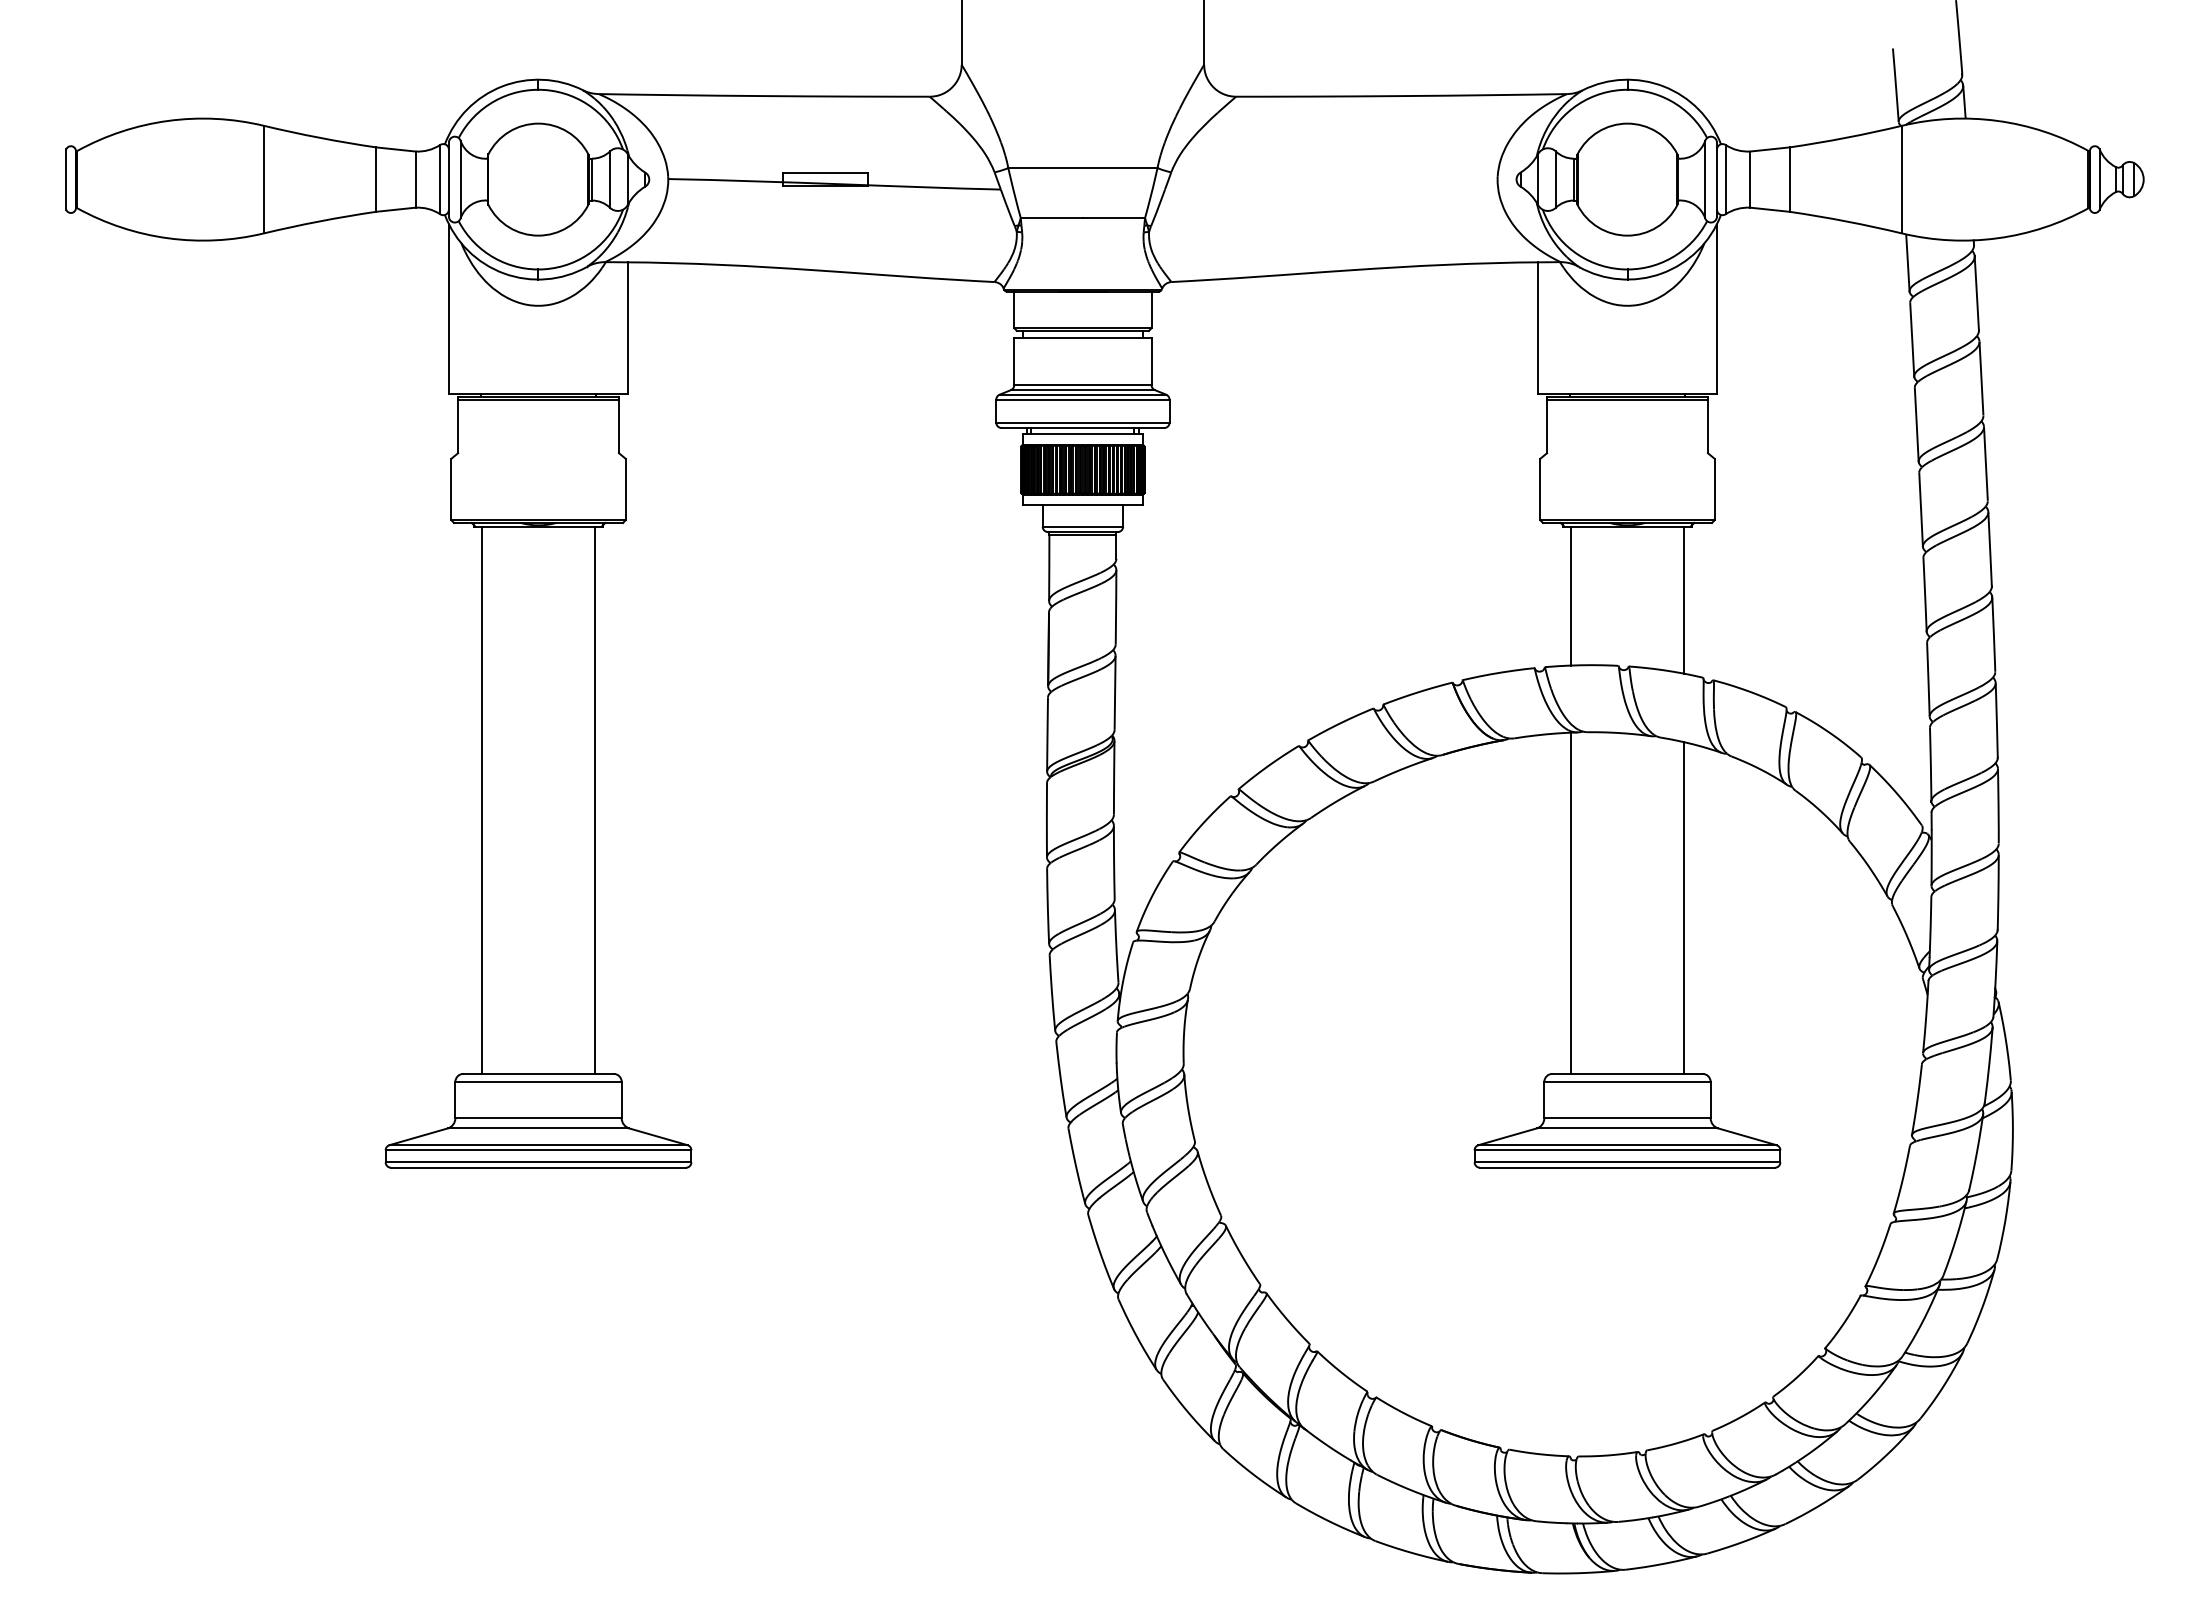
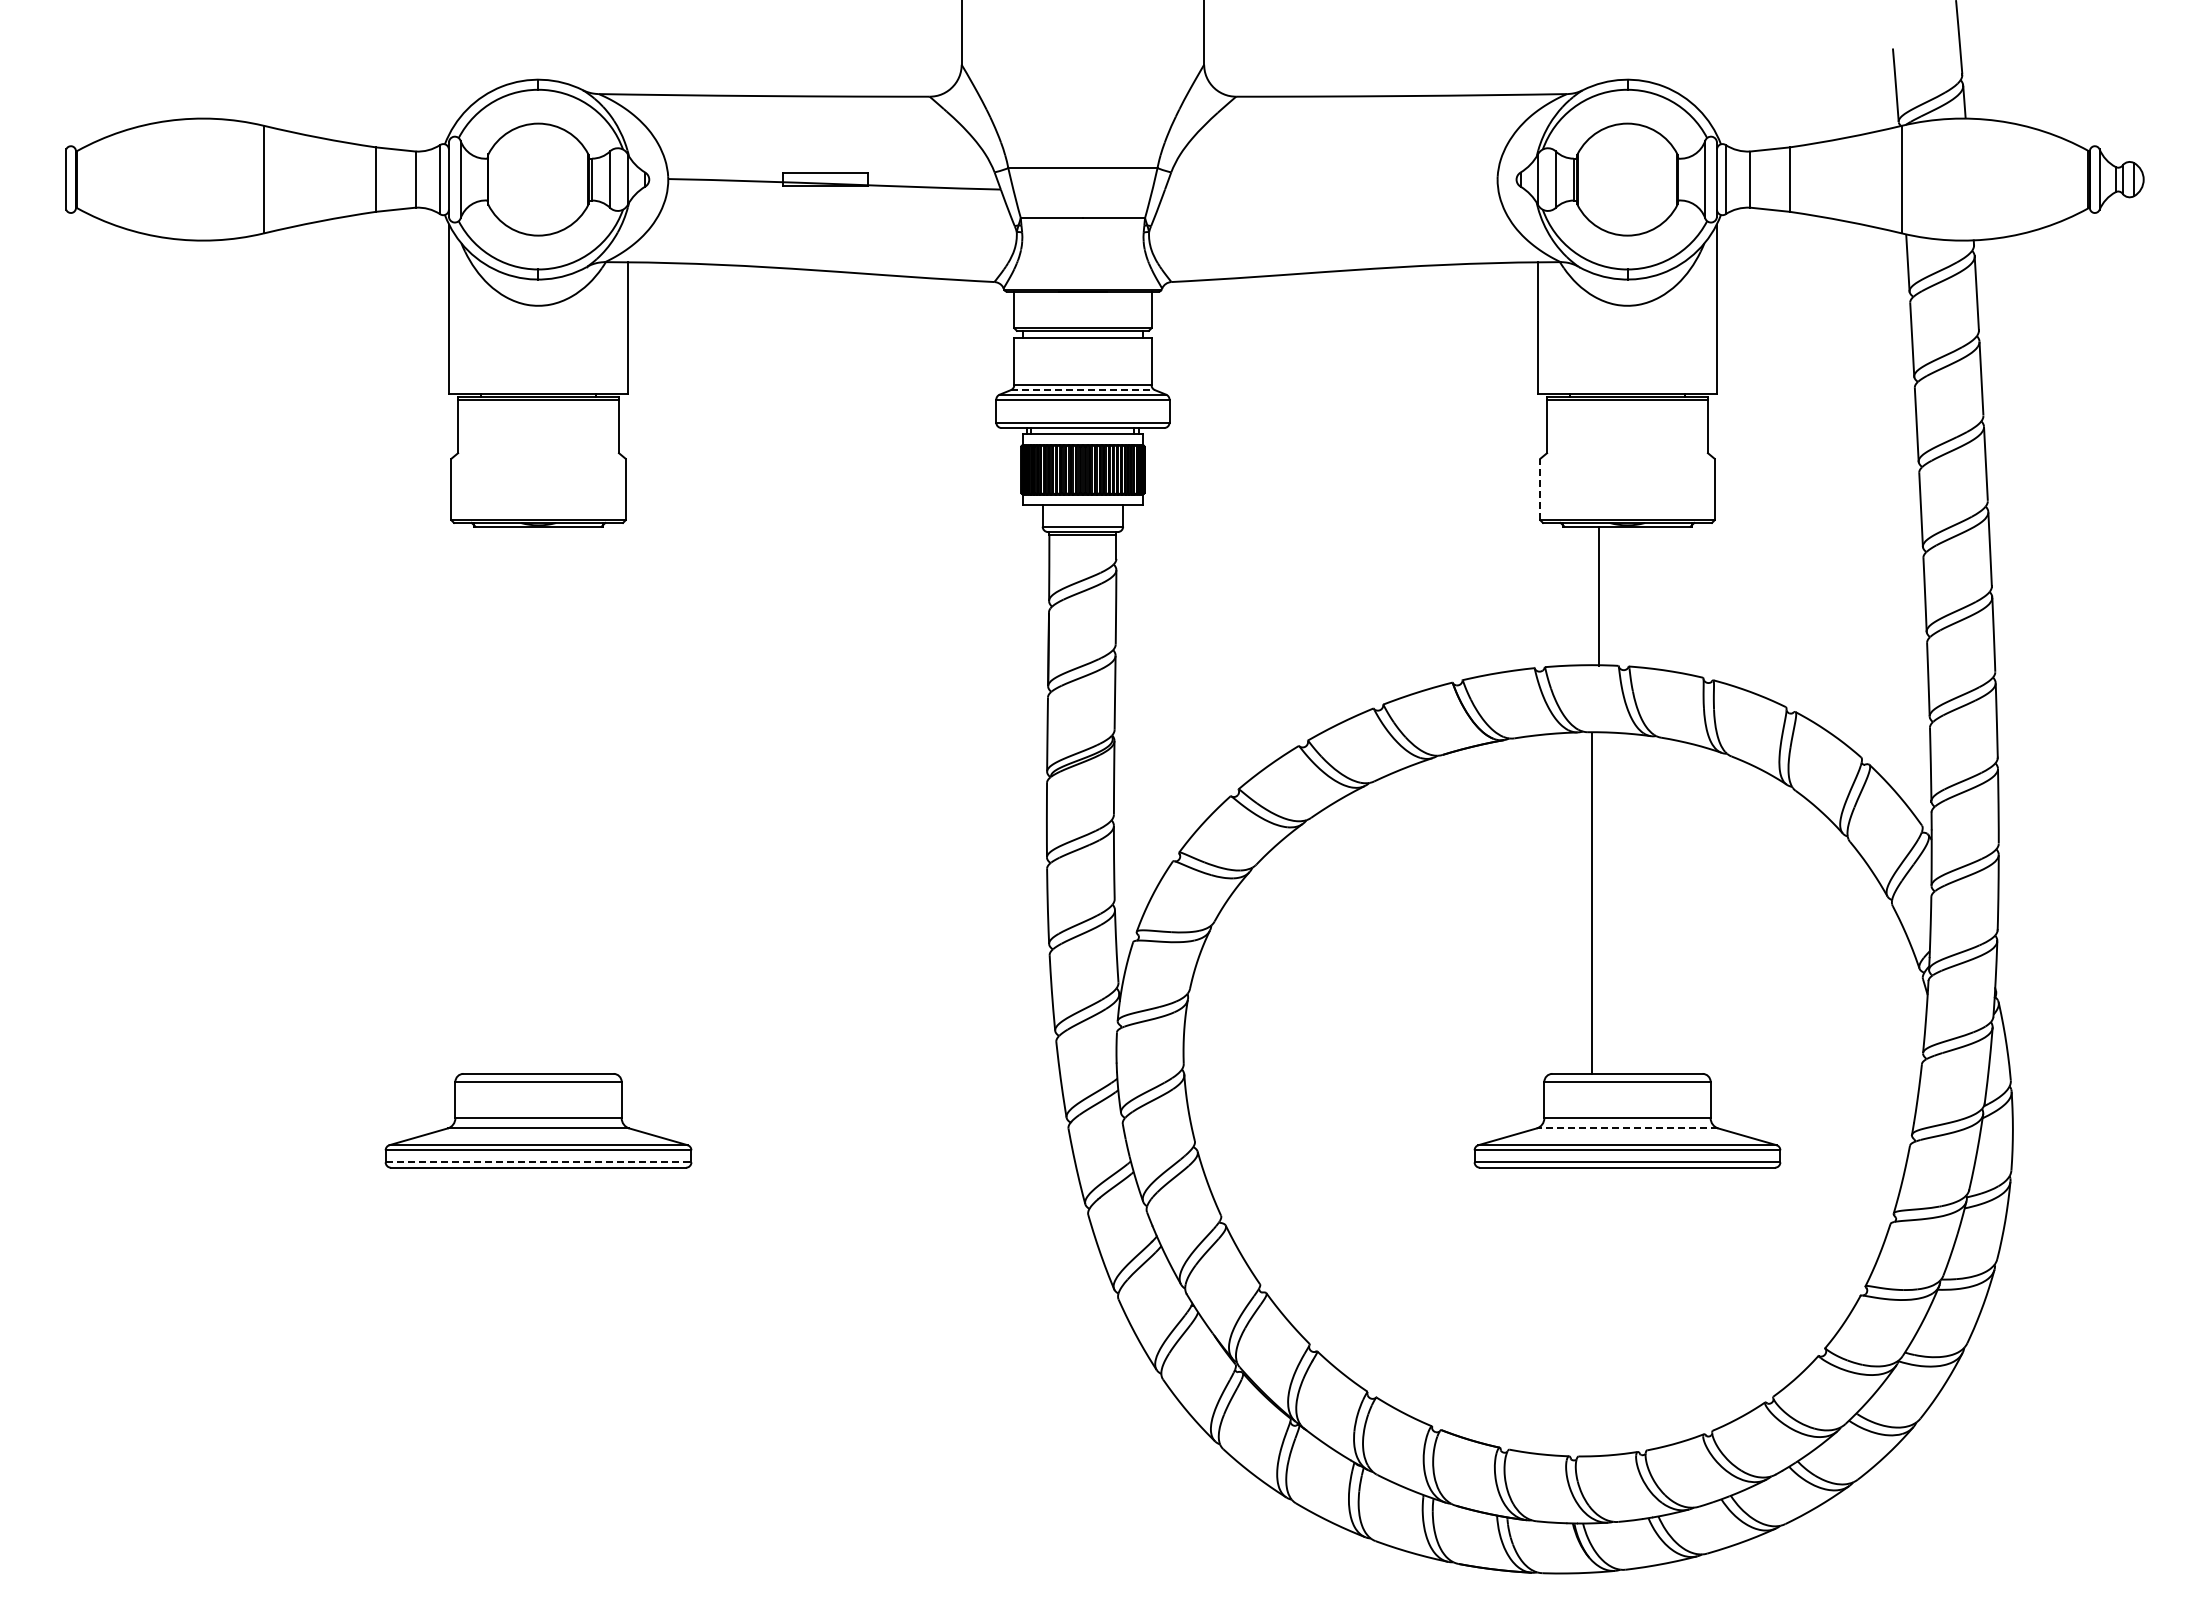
line at (1083, 390): solid -> dashed
line at (1540, 489): solid -> dashed
line at (1571, 595) position: (1571, 595) -> (1599, 595)
line at (1683, 599): present -> none
line at (482, 799): present -> none
line at (594, 799): present -> none
line at (1571, 902) position: (1571, 902) -> (1592, 902)
line at (1683, 907): present -> none
line at (1627, 1128): solid -> dashed
line at (538, 1162): solid -> dashed
